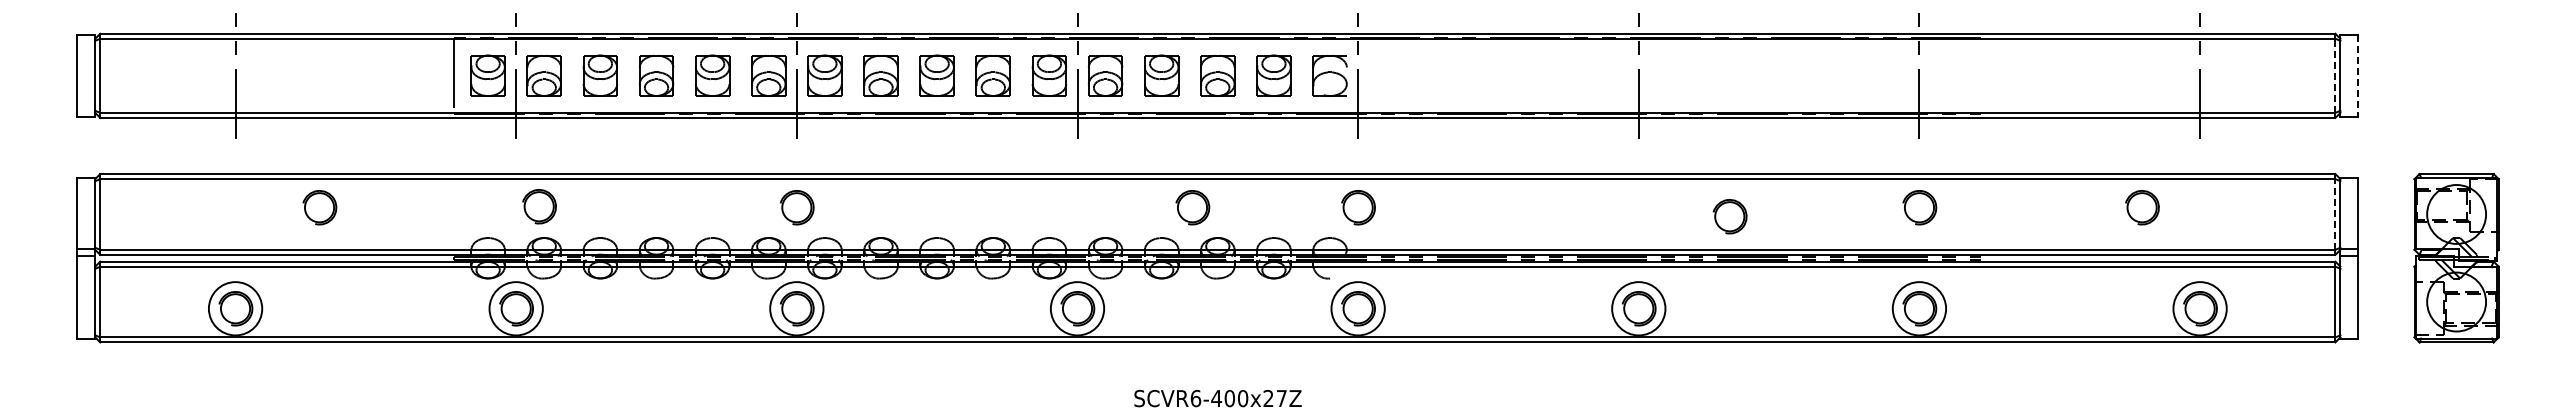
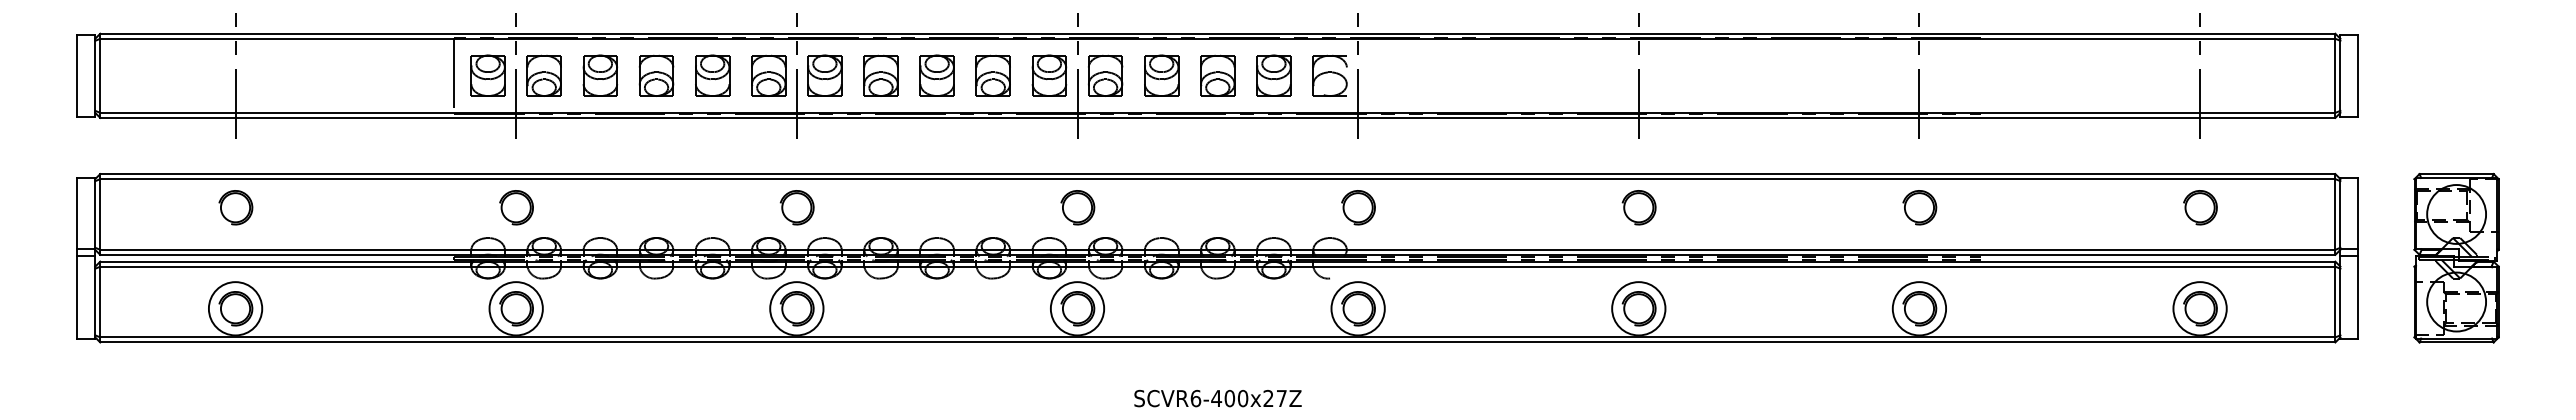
line at (2335, 75): dashed -> solid
line at (2358, 75): dashed -> solid
part at (539, 206) position: (539, 206) -> (516, 207)
part at (319, 207) position: (319, 207) -> (235, 207)
part at (1192, 207) position: (1192, 207) -> (1077, 207)
part at (2142, 207) position: (2142, 207) -> (2200, 207)
line at (2335, 213): dashed -> solid
part at (1729, 216) position: (1729, 216) -> (1638, 207)
